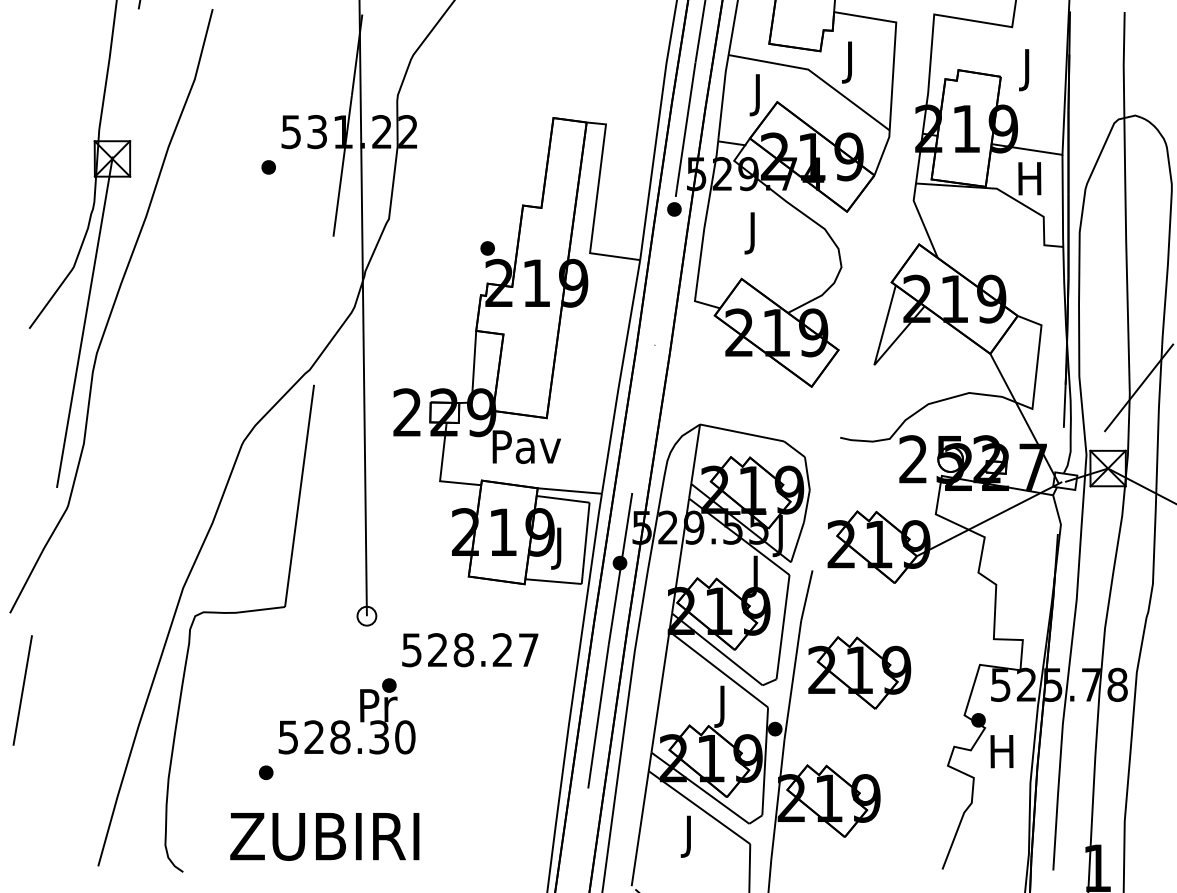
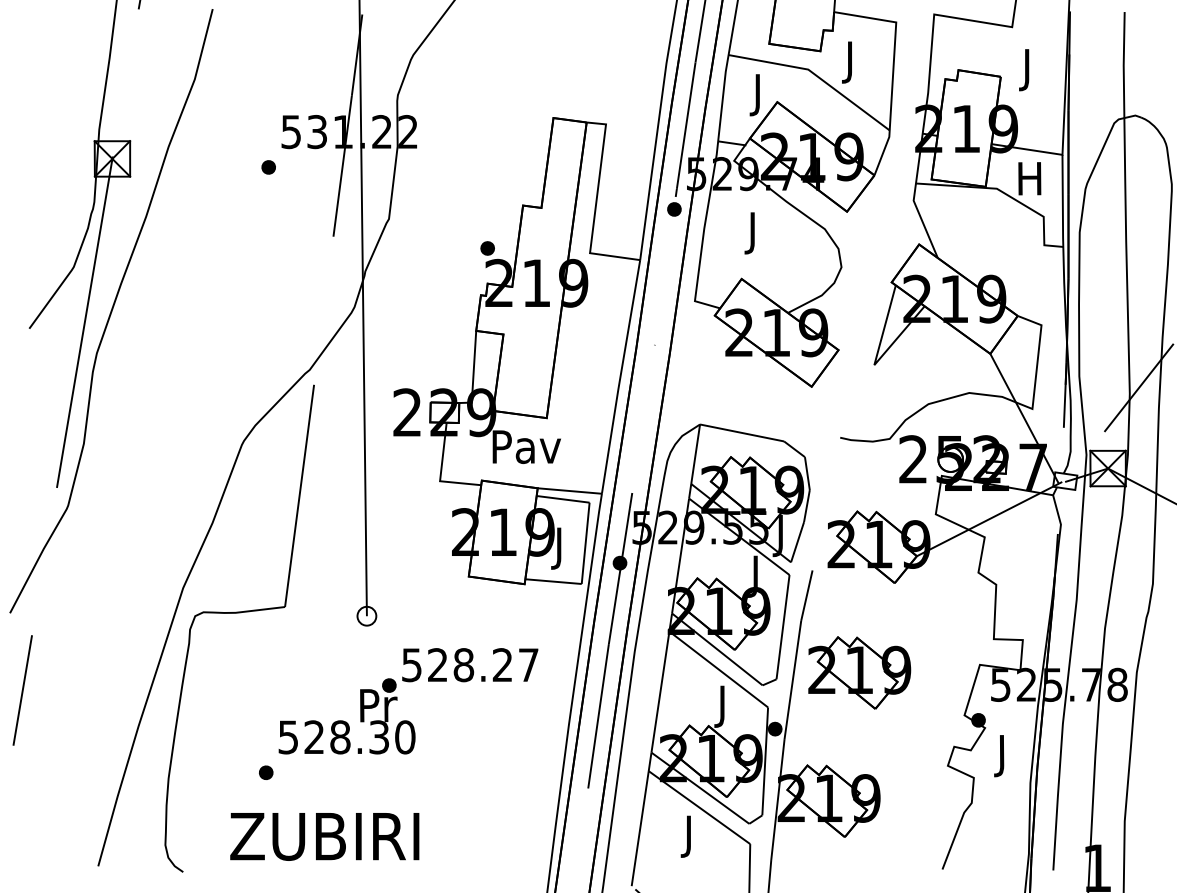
text at (470, 650) position: (470, 650) -> (470, 665)
text at (1001, 756): H -> J
